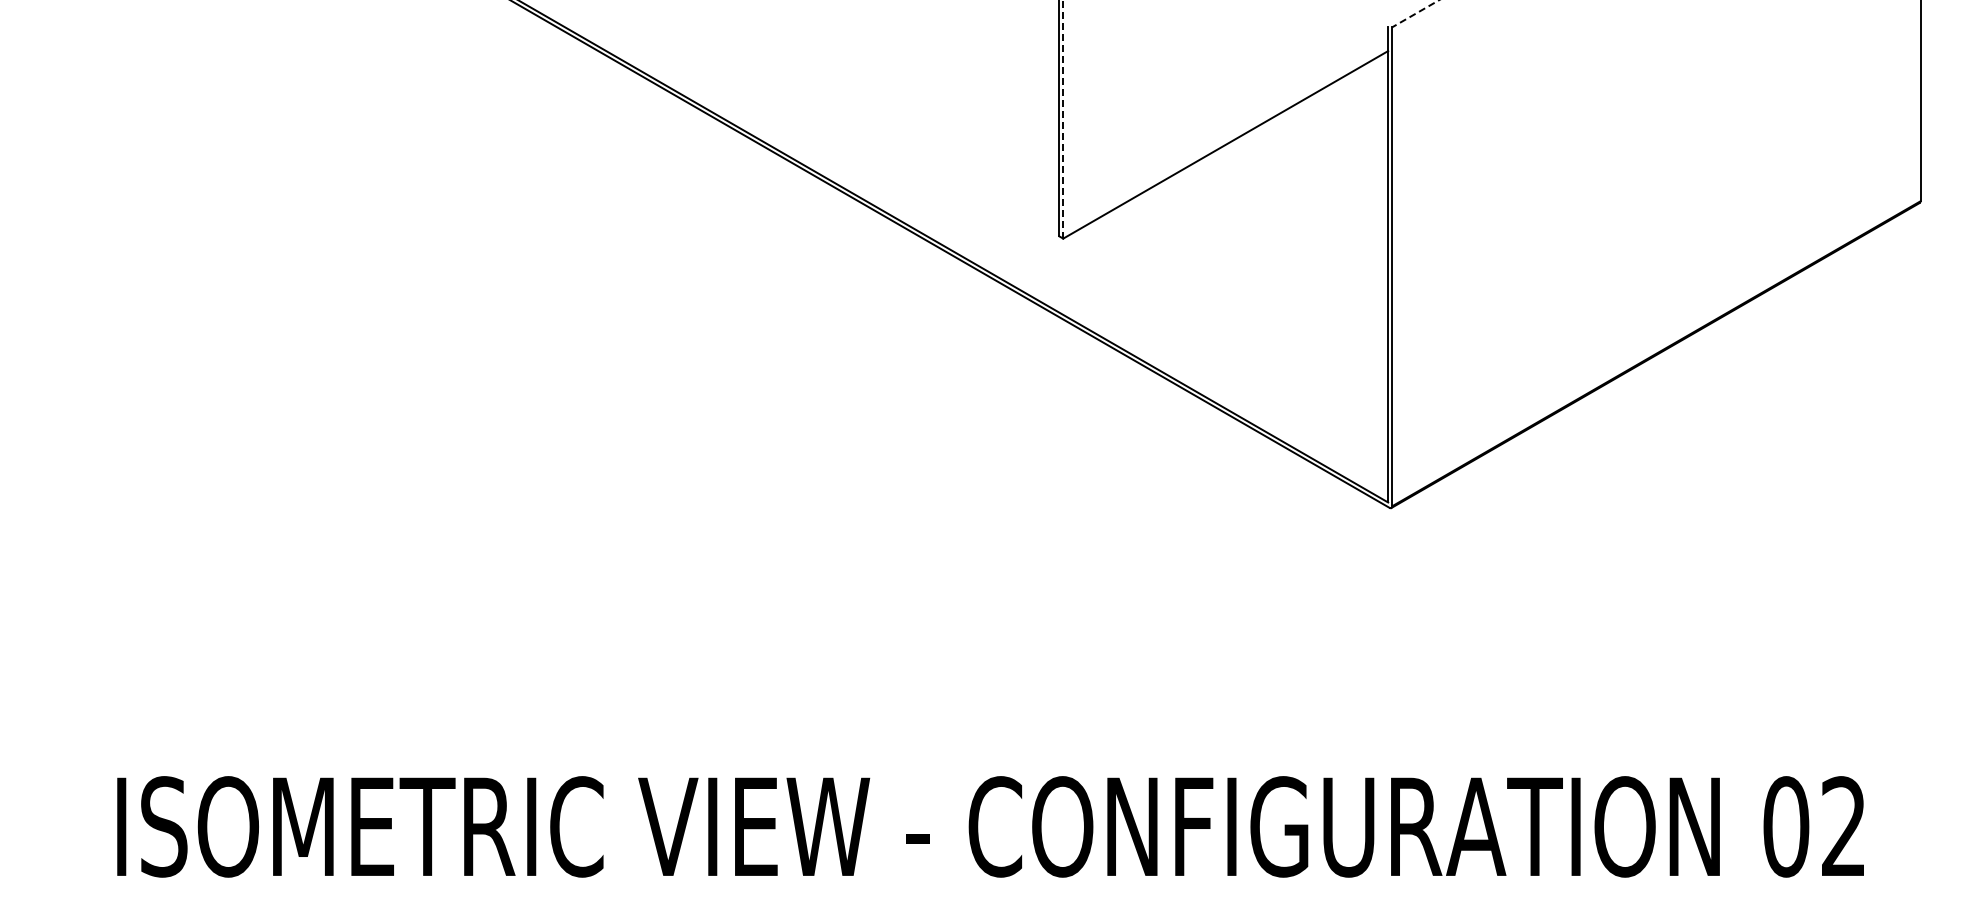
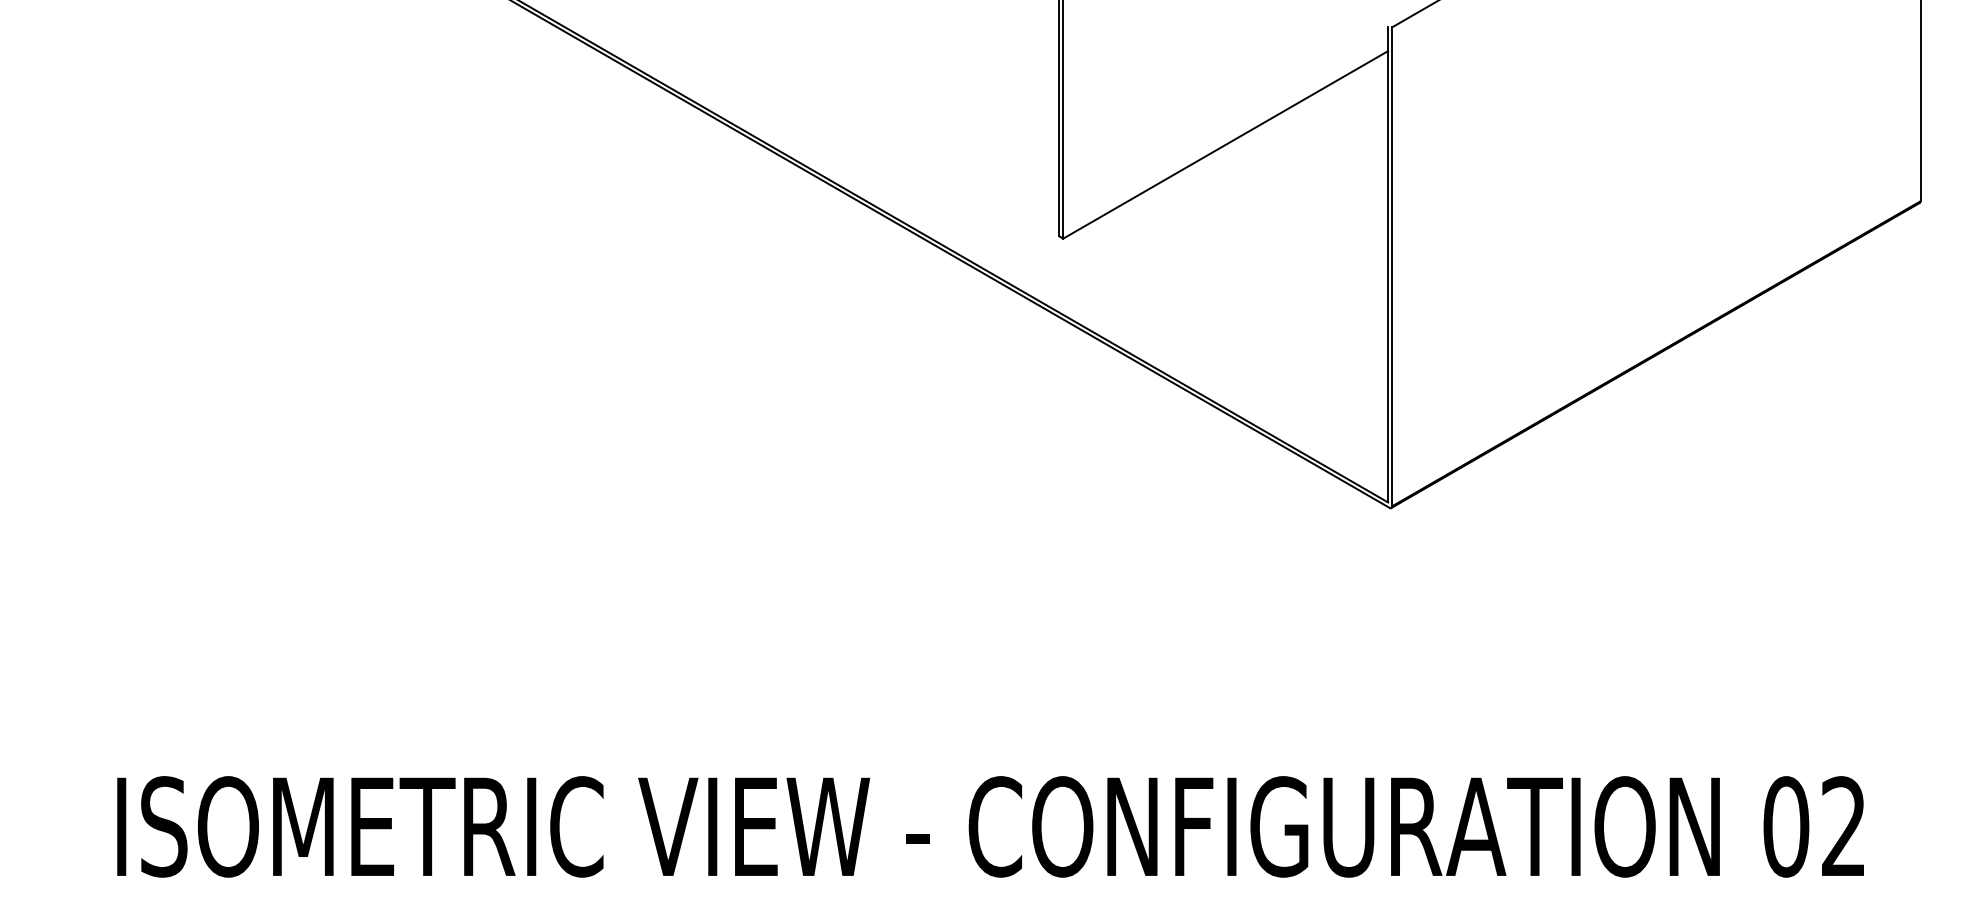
line at (1415, 13): dashed -> solid
line at (1063, 119): dashed -> solid
